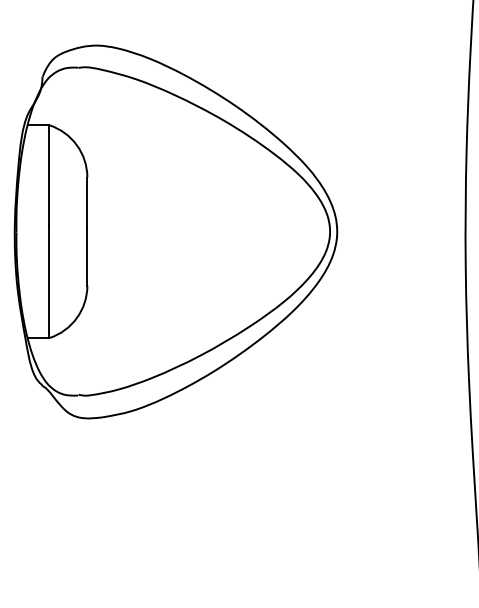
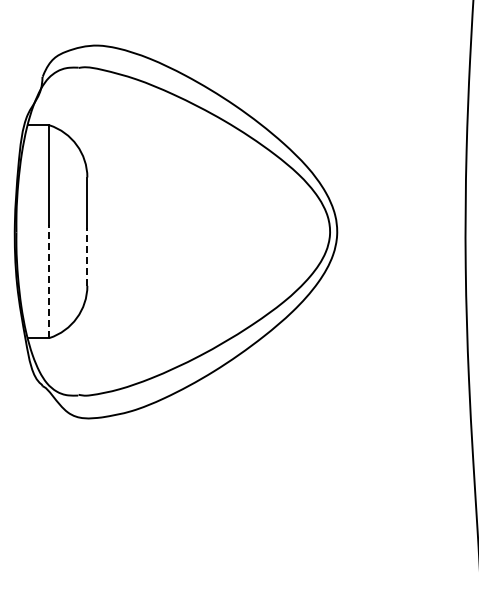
line at (87, 257): solid -> dashed
line at (49, 281): solid -> dashed
